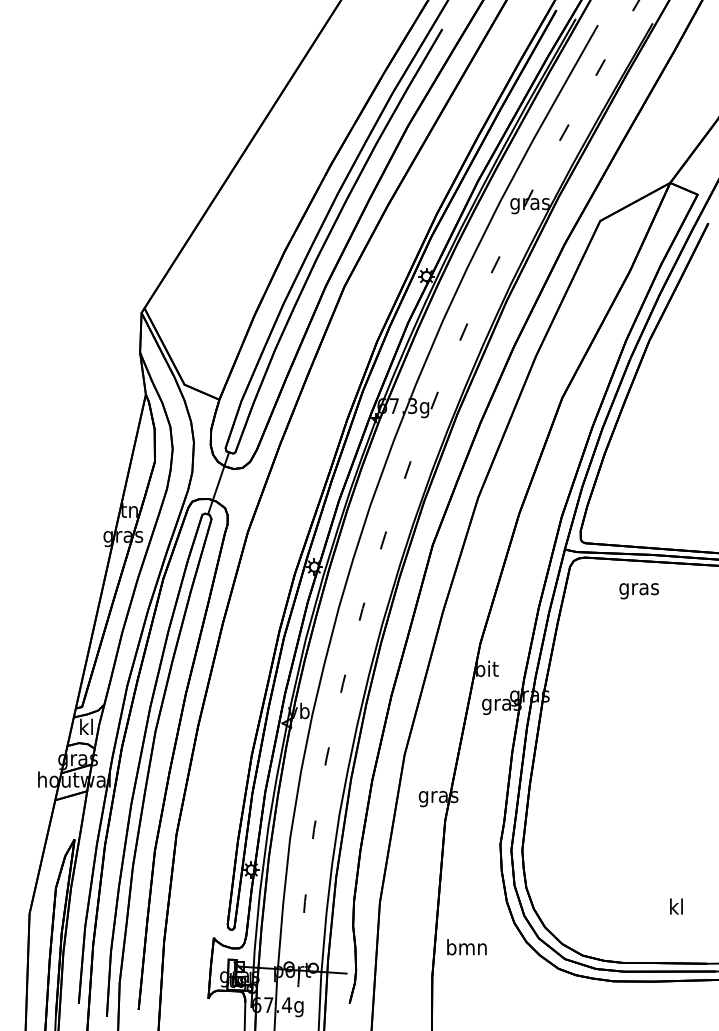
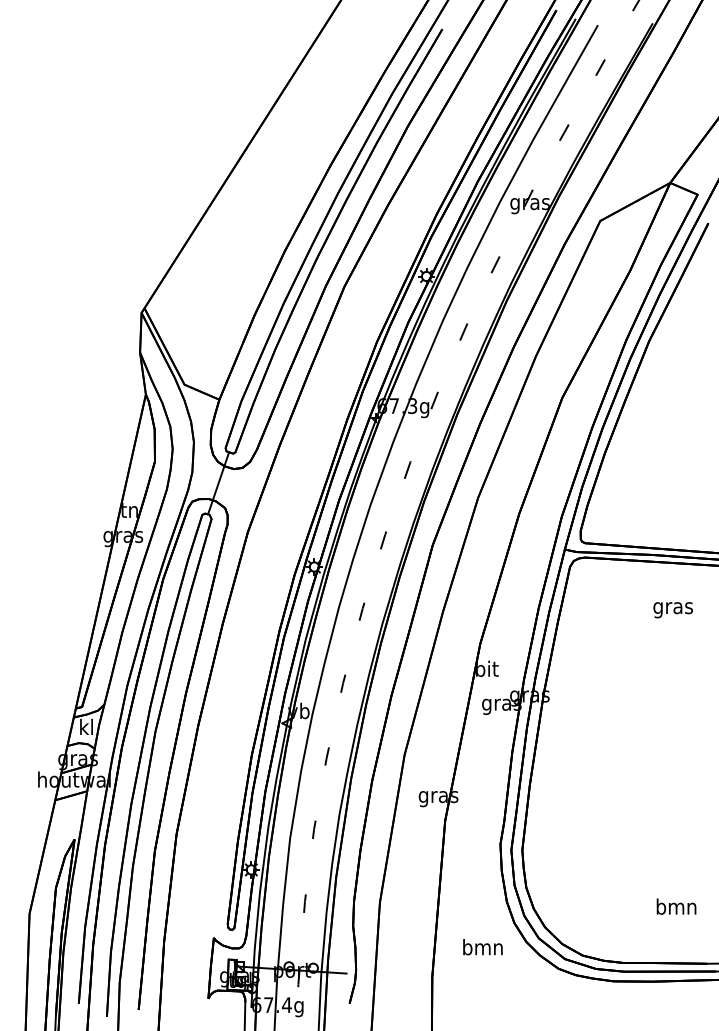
text at (638, 591) position: (638, 591) -> (672, 610)
text at (676, 906): kl -> bmn
text at (466, 947) position: (466, 947) -> (482, 947)
